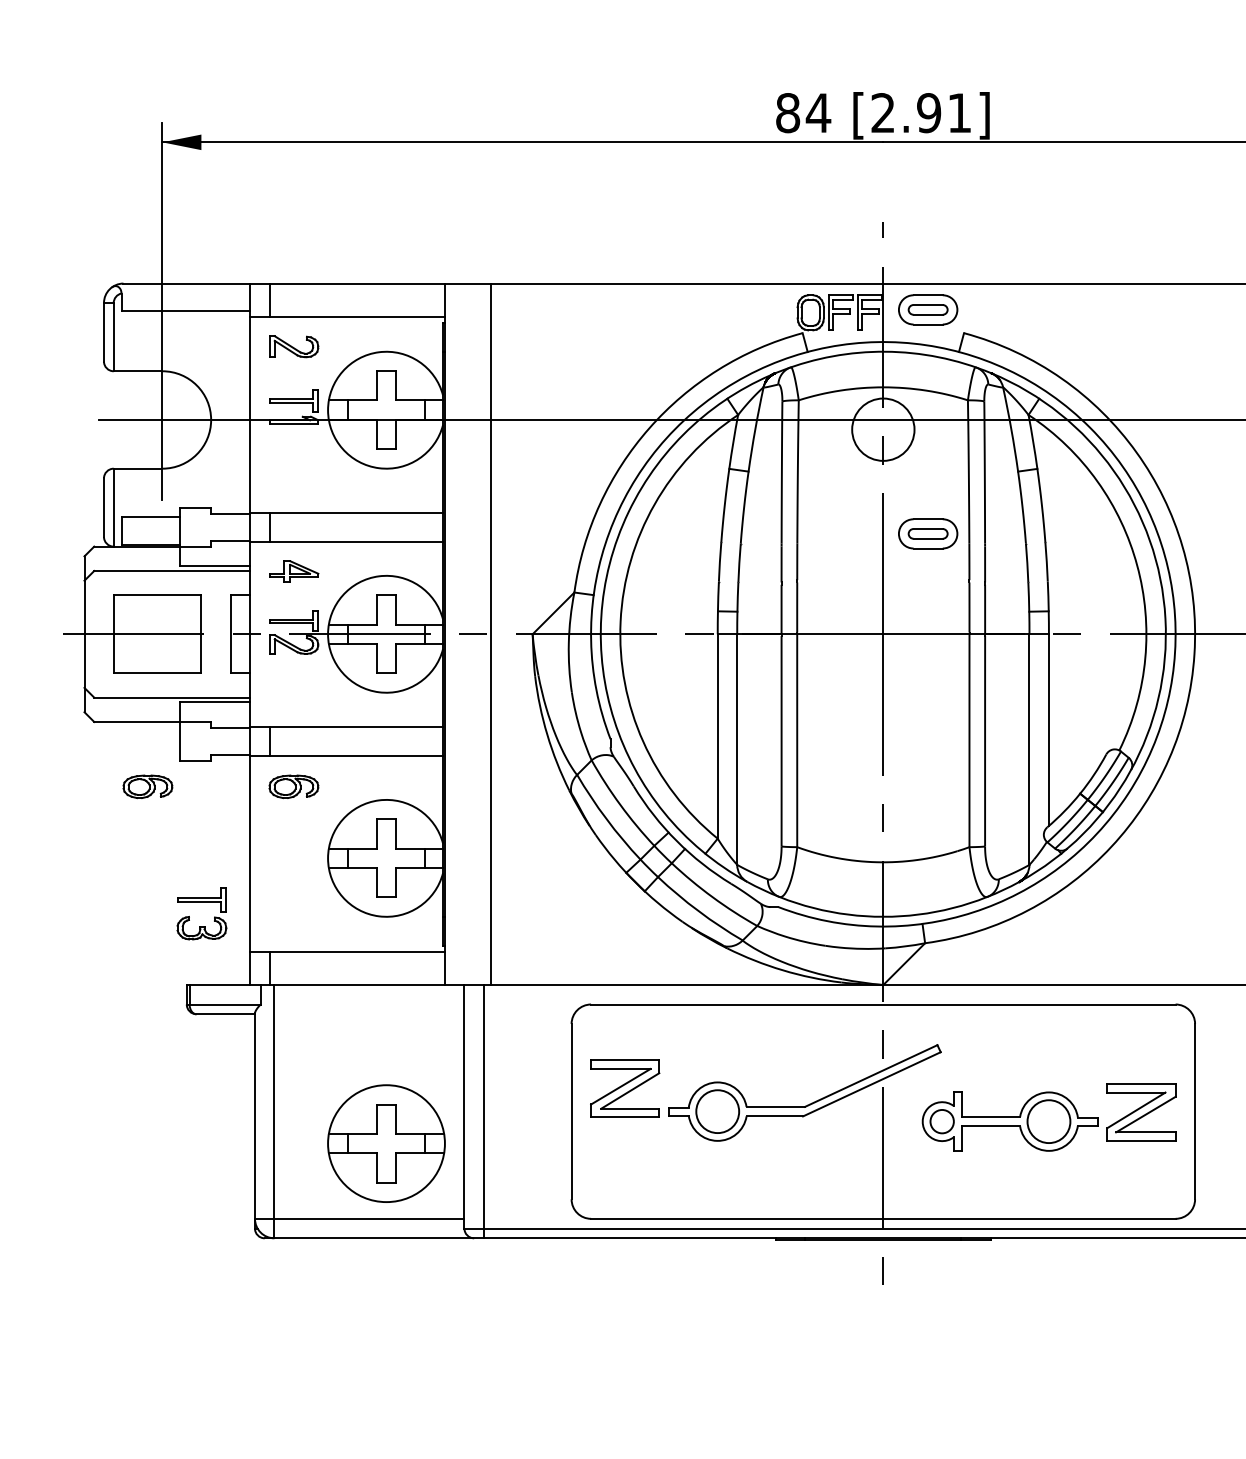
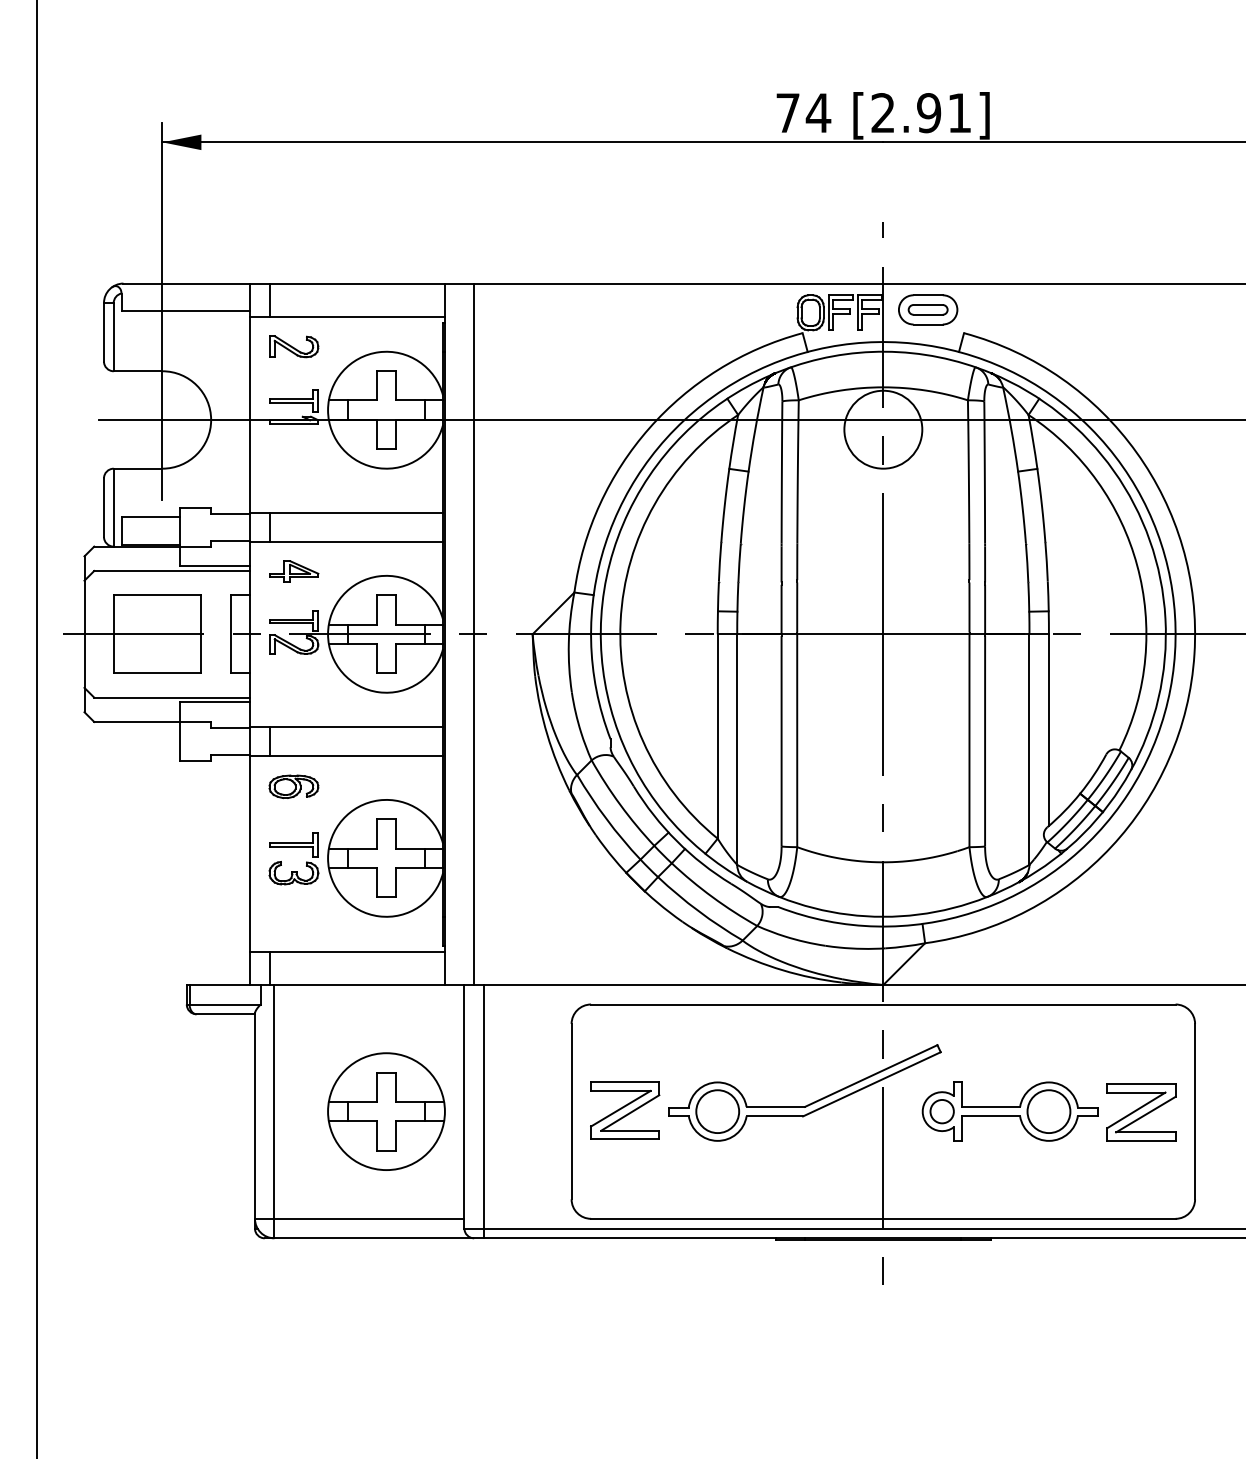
text at (788, 113): 84 -> 74
circle at (883, 429) diameter: 62 px -> 78 px
part at (928, 533): present -> none
line at (491, 634) position: (491, 634) -> (474, 634)
line at (37, 728): none -> present
part at (147, 786): present -> none
part at (201, 902) position: (201, 902) -> (293, 847)
part at (625, 1088) position: (625, 1088) -> (625, 1110)
part at (1009, 1121) position: (1009, 1121) -> (1009, 1111)
part at (386, 1143) position: (386, 1143) -> (386, 1111)
